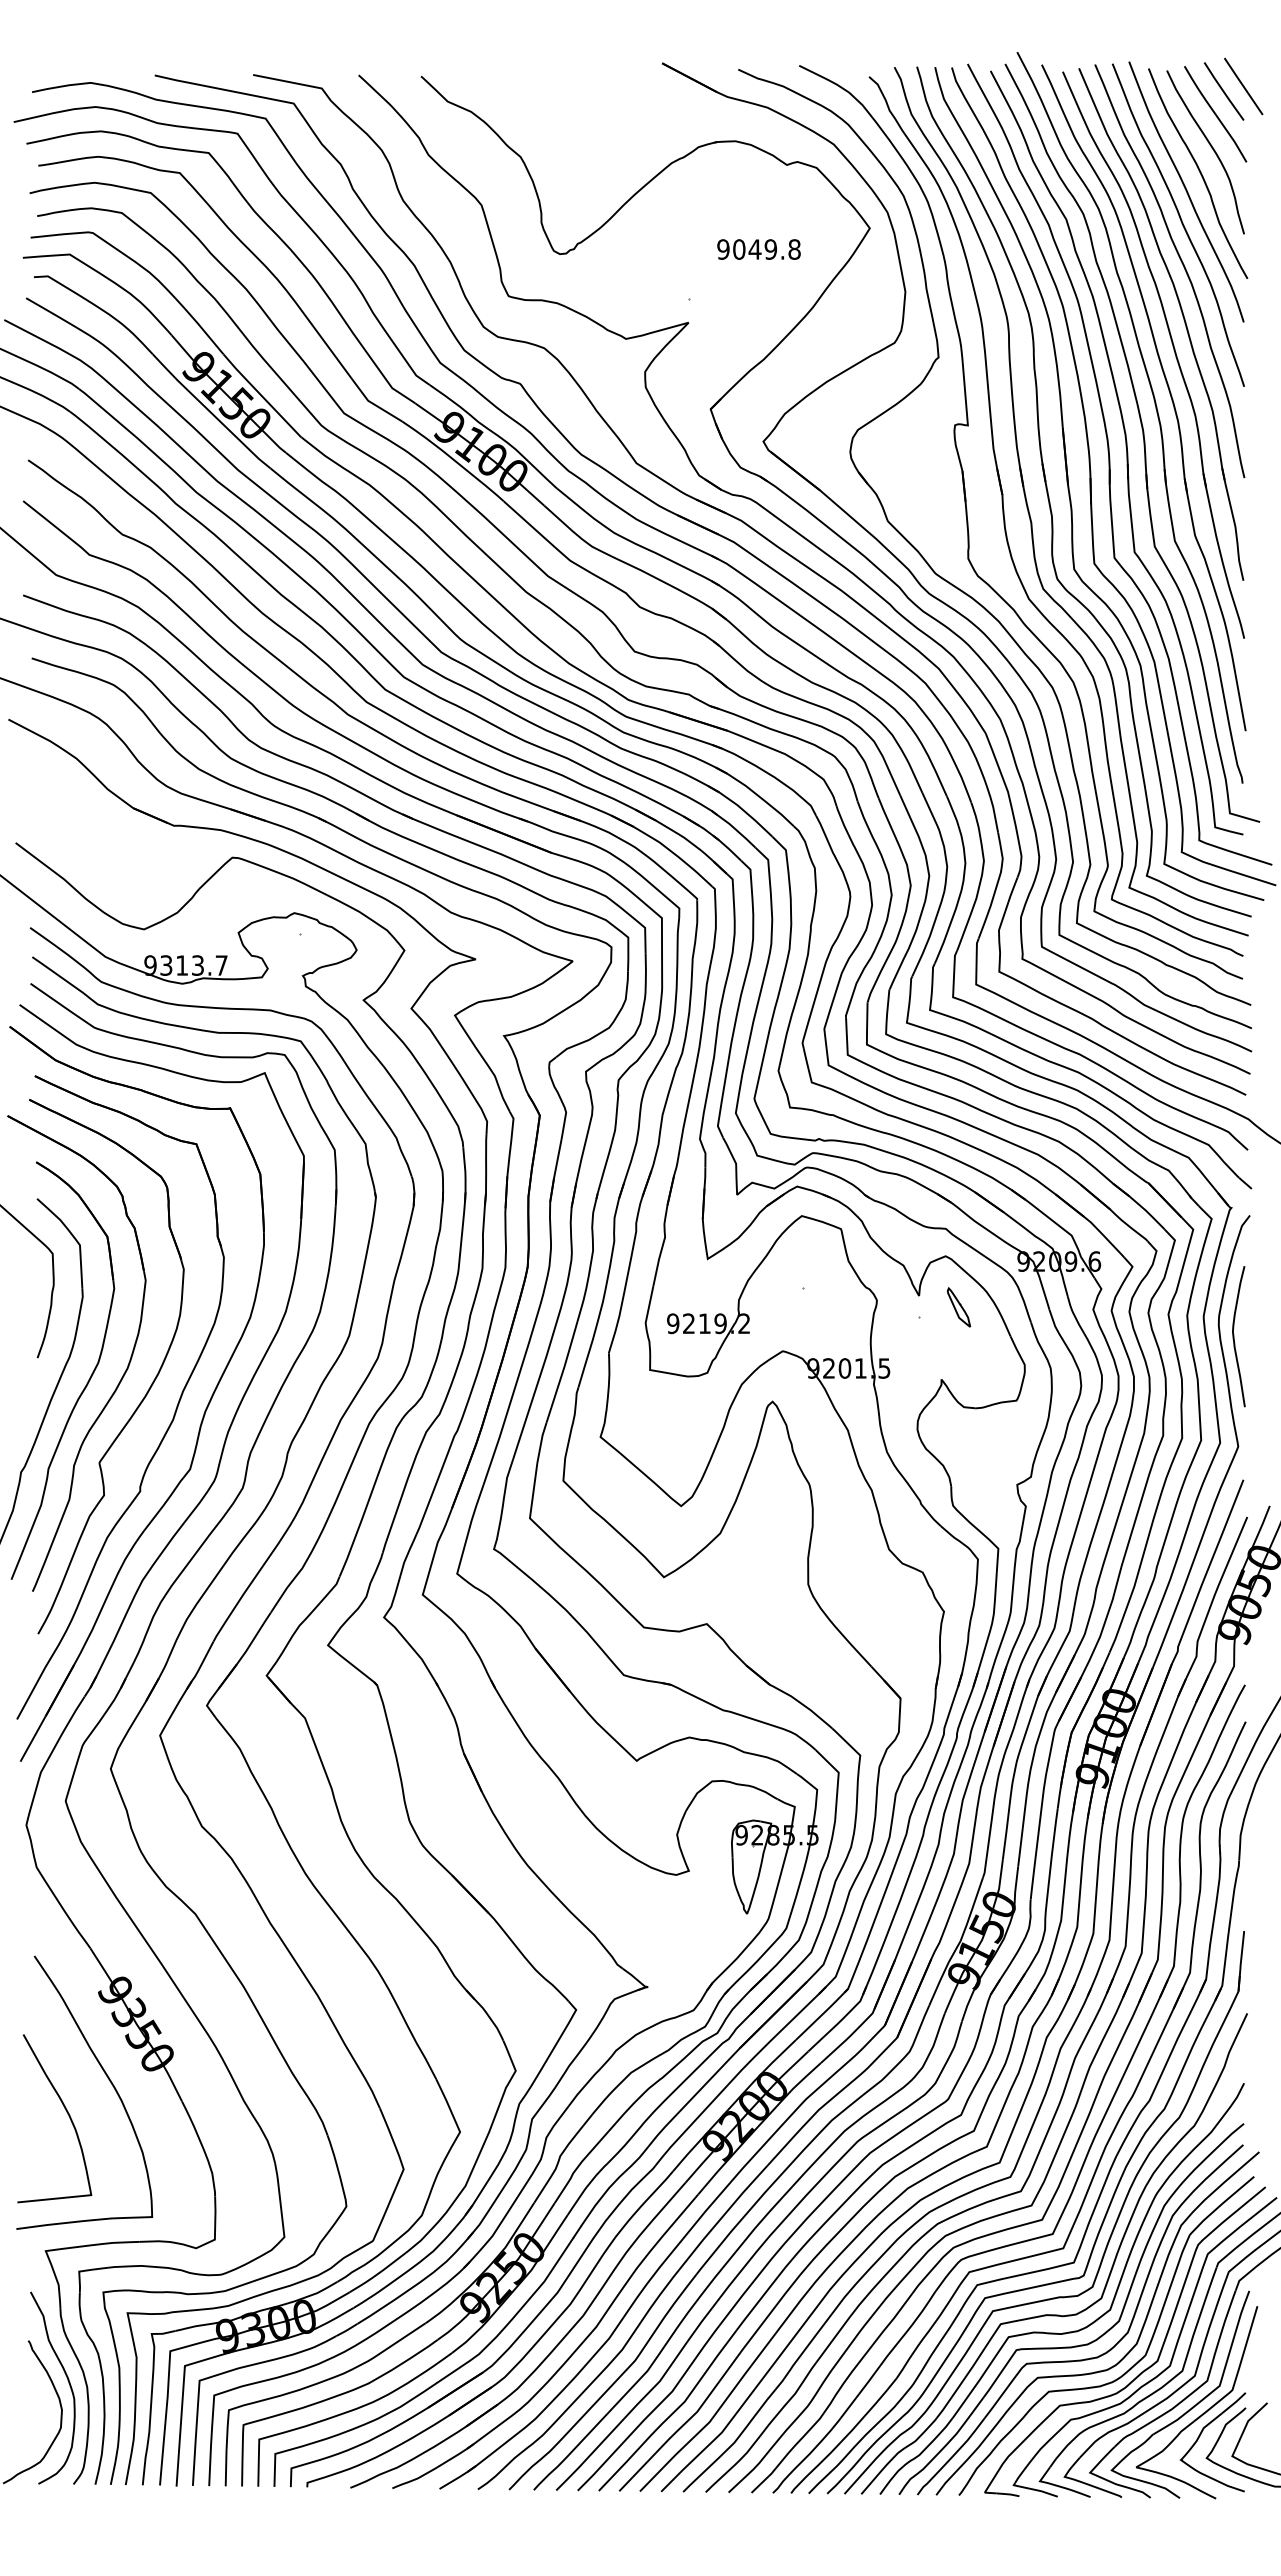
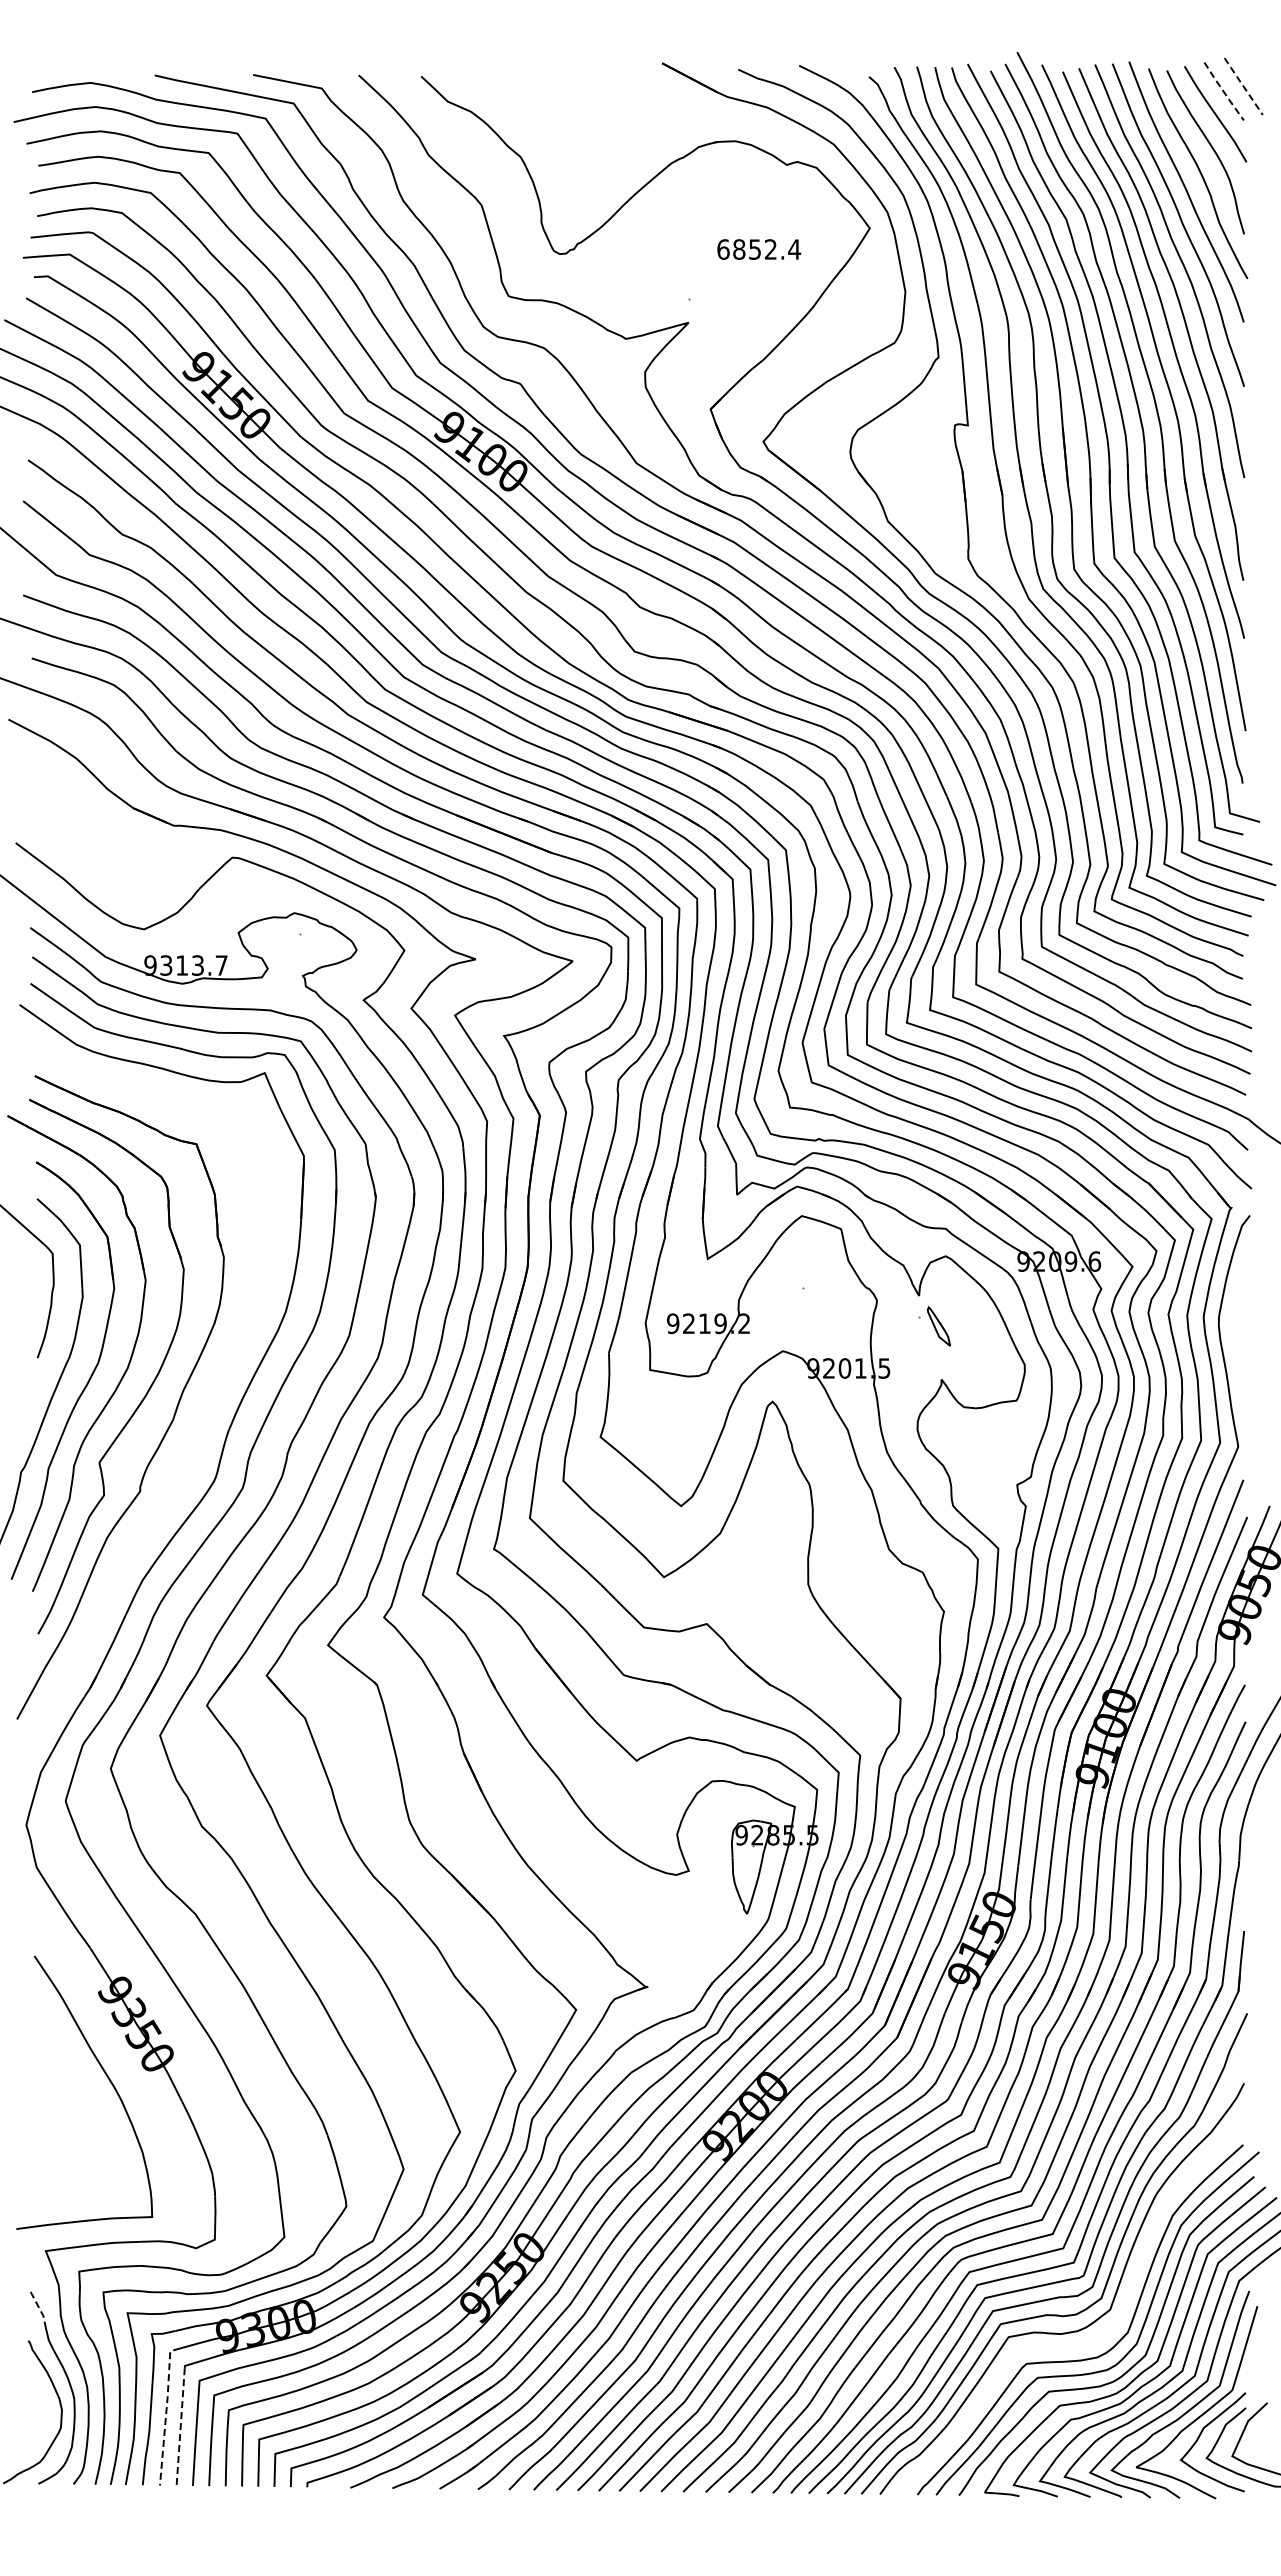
line at (1243, 86): solid -> dashed
line at (1223, 91): solid -> dashed
text at (759, 249): 9049.8 -> 6852.4
part at (959, 1307) position: (959, 1307) -> (939, 1326)
curve at (1234, 1336): present -> none
part at (202, 1416): present -> none
curve at (66, 2112): present -> none
line at (39, 2308): solid -> dashed
curve at (1080, 2344): present -> none
line at (166, 2412): solid -> dashed
line at (180, 2426): solid -> dashed
